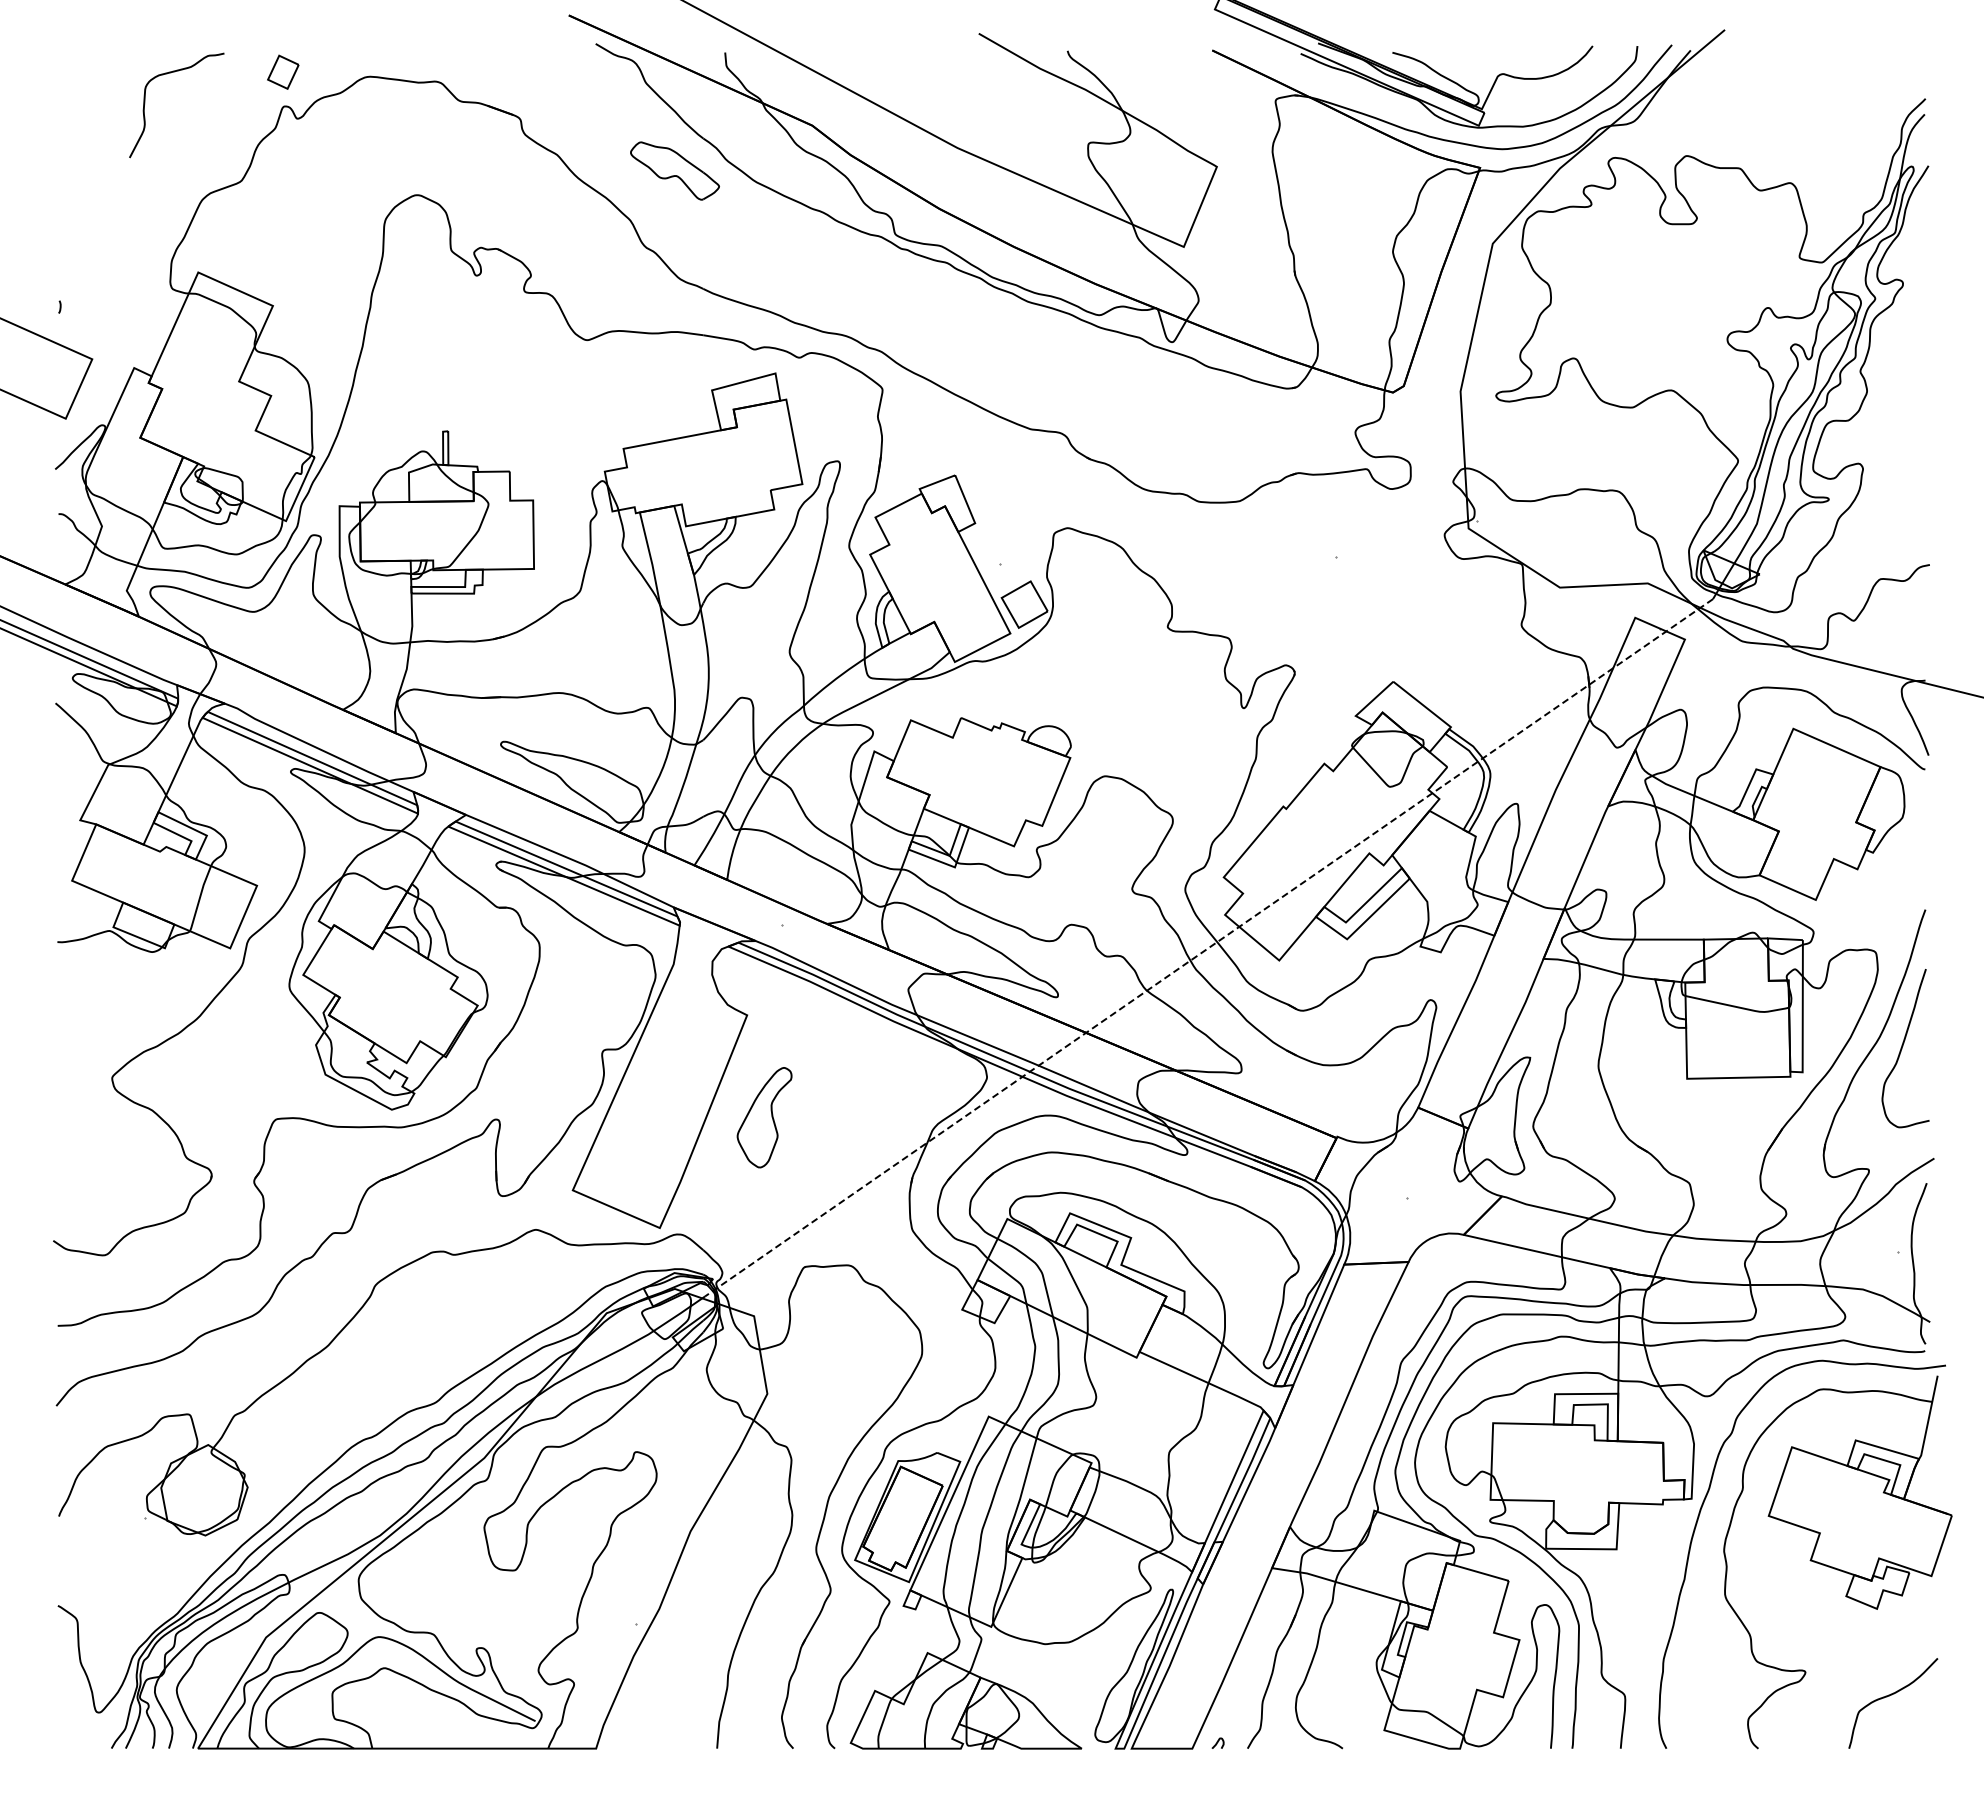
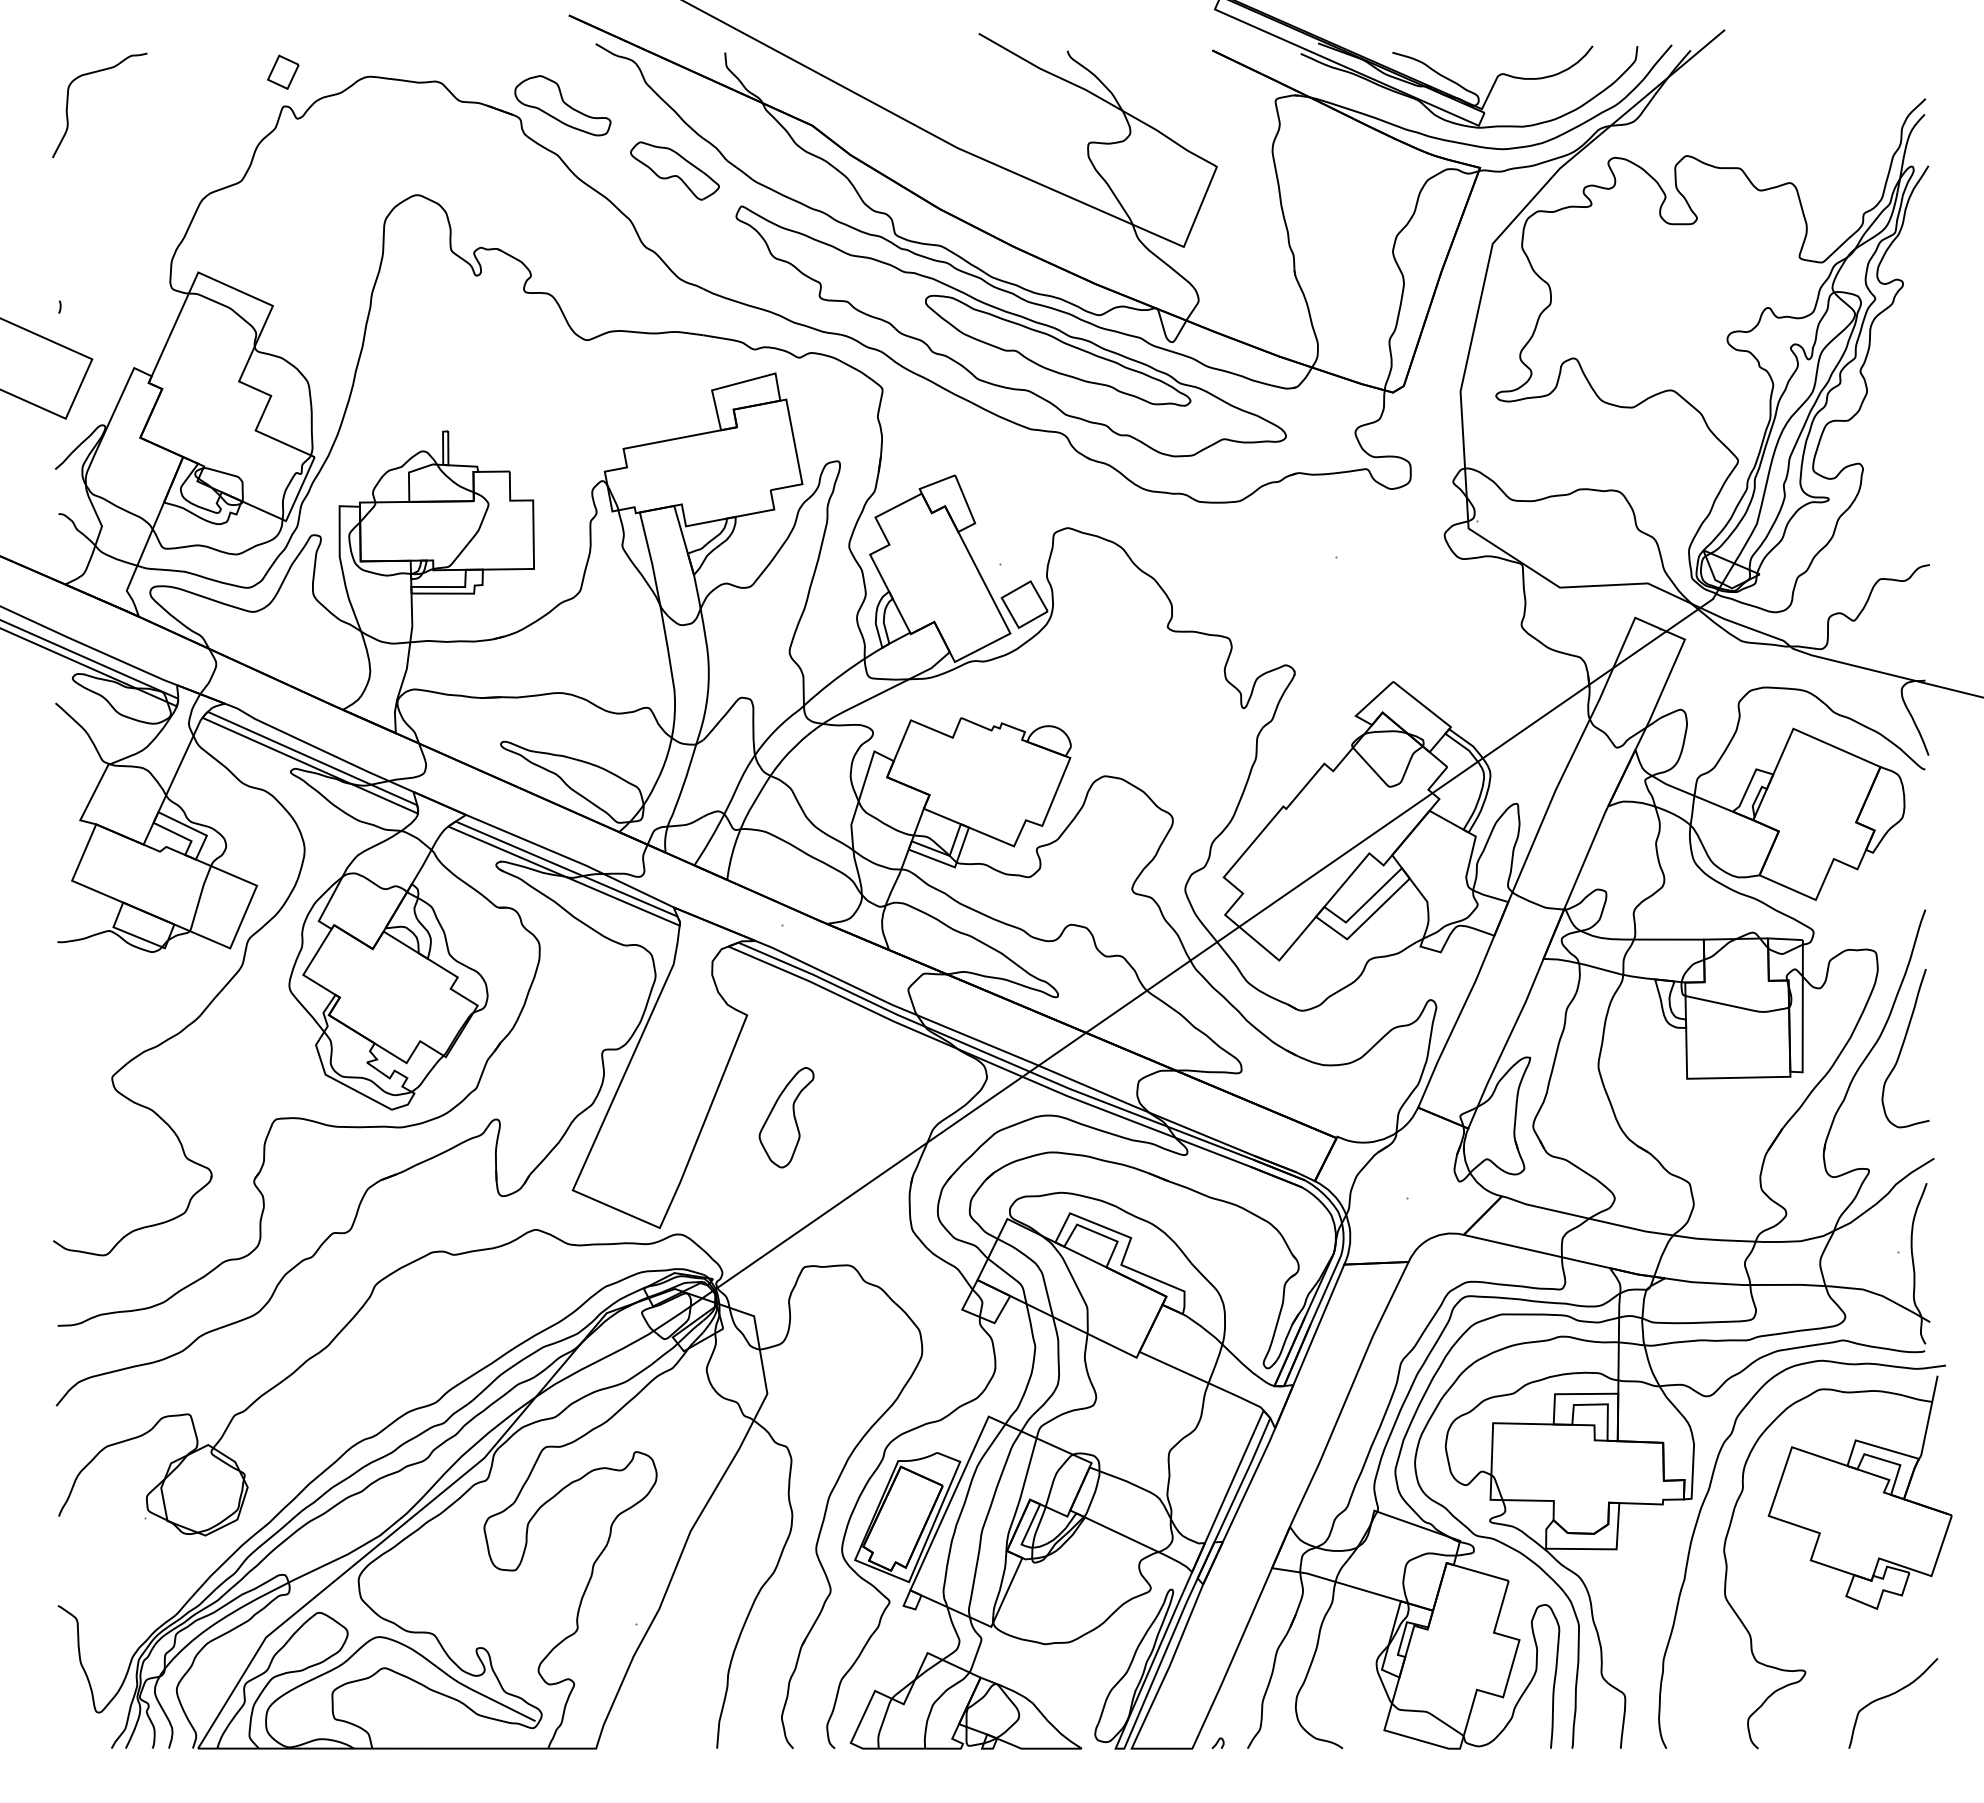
curve at (145, 104) position: (145, 104) -> (68, 104)
part at (562, 105): none -> present
part at (1010, 331): none -> present
line at (1209, 947): dashed -> solid
part at (764, 1117) position: (764, 1117) -> (786, 1117)
